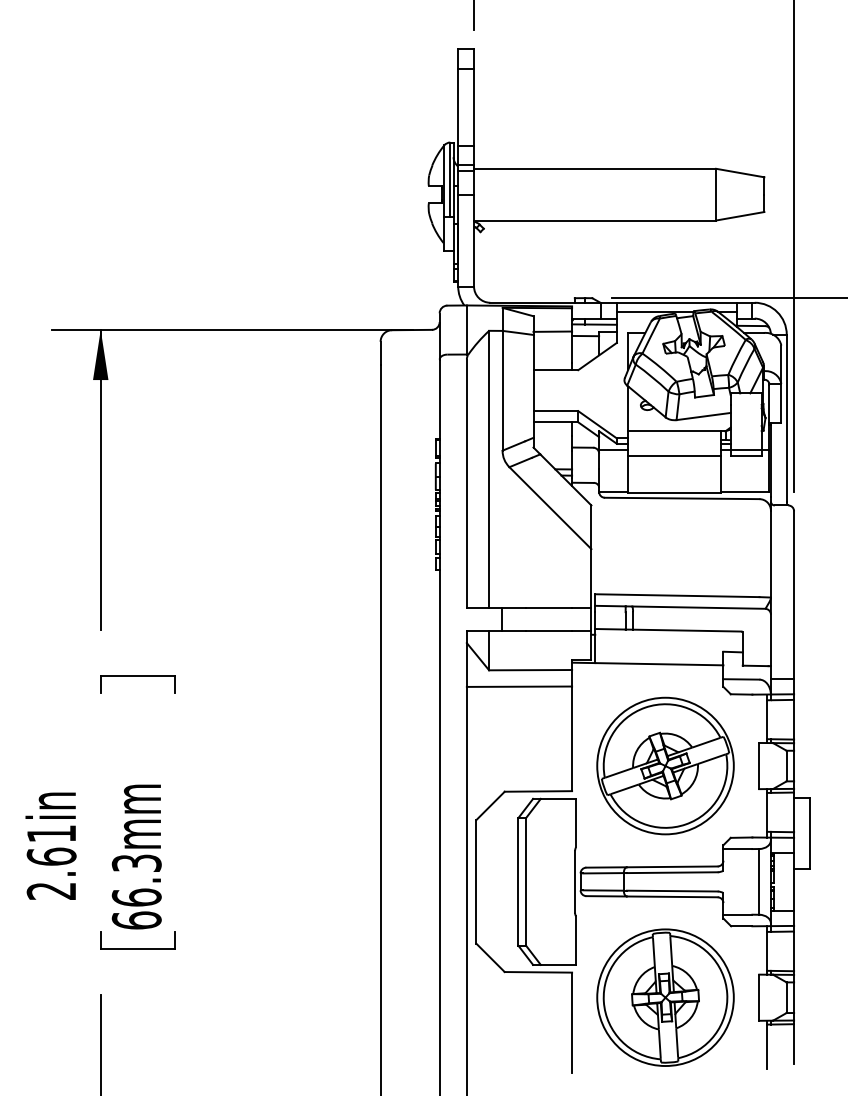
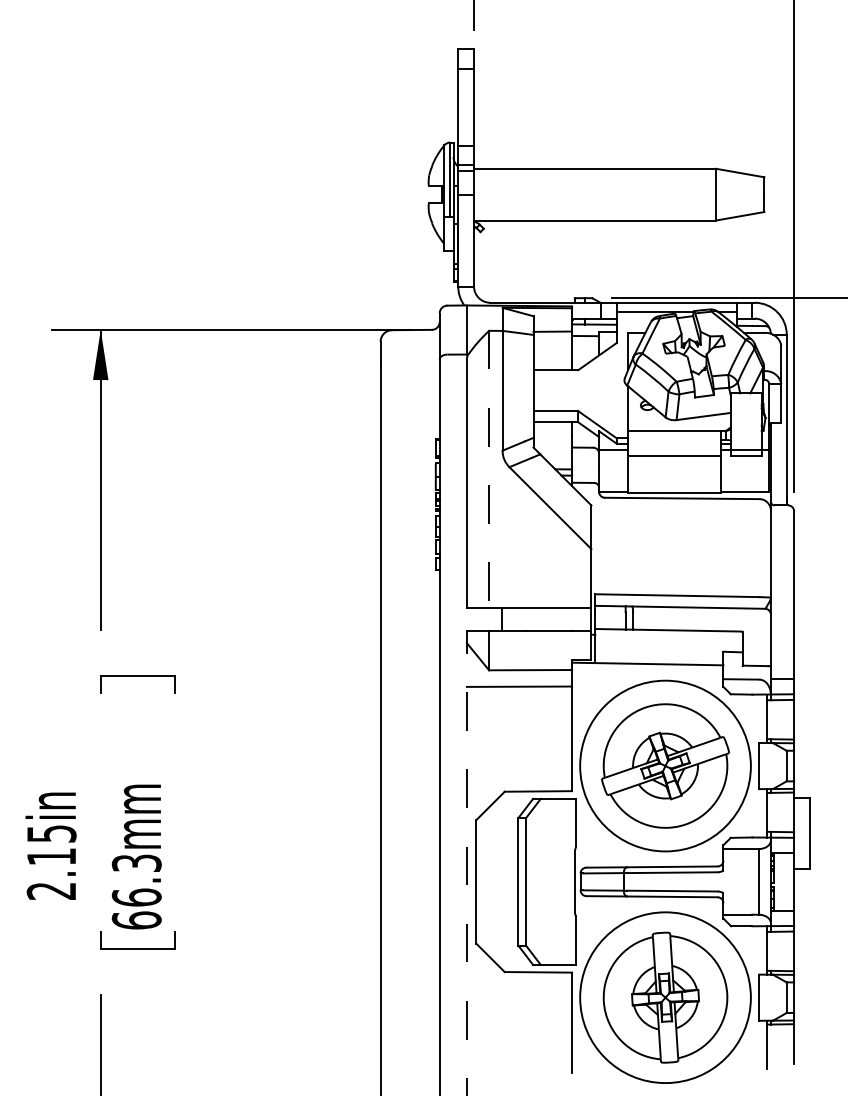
line at (489, 469): solid -> dashed
circle at (665, 765) diameter: 137 px -> 171 px
text at (51, 845): 2.61in -> 2.15in
line at (466, 868): solid -> dashed
circle at (665, 997) diameter: 137 px -> 171 px
